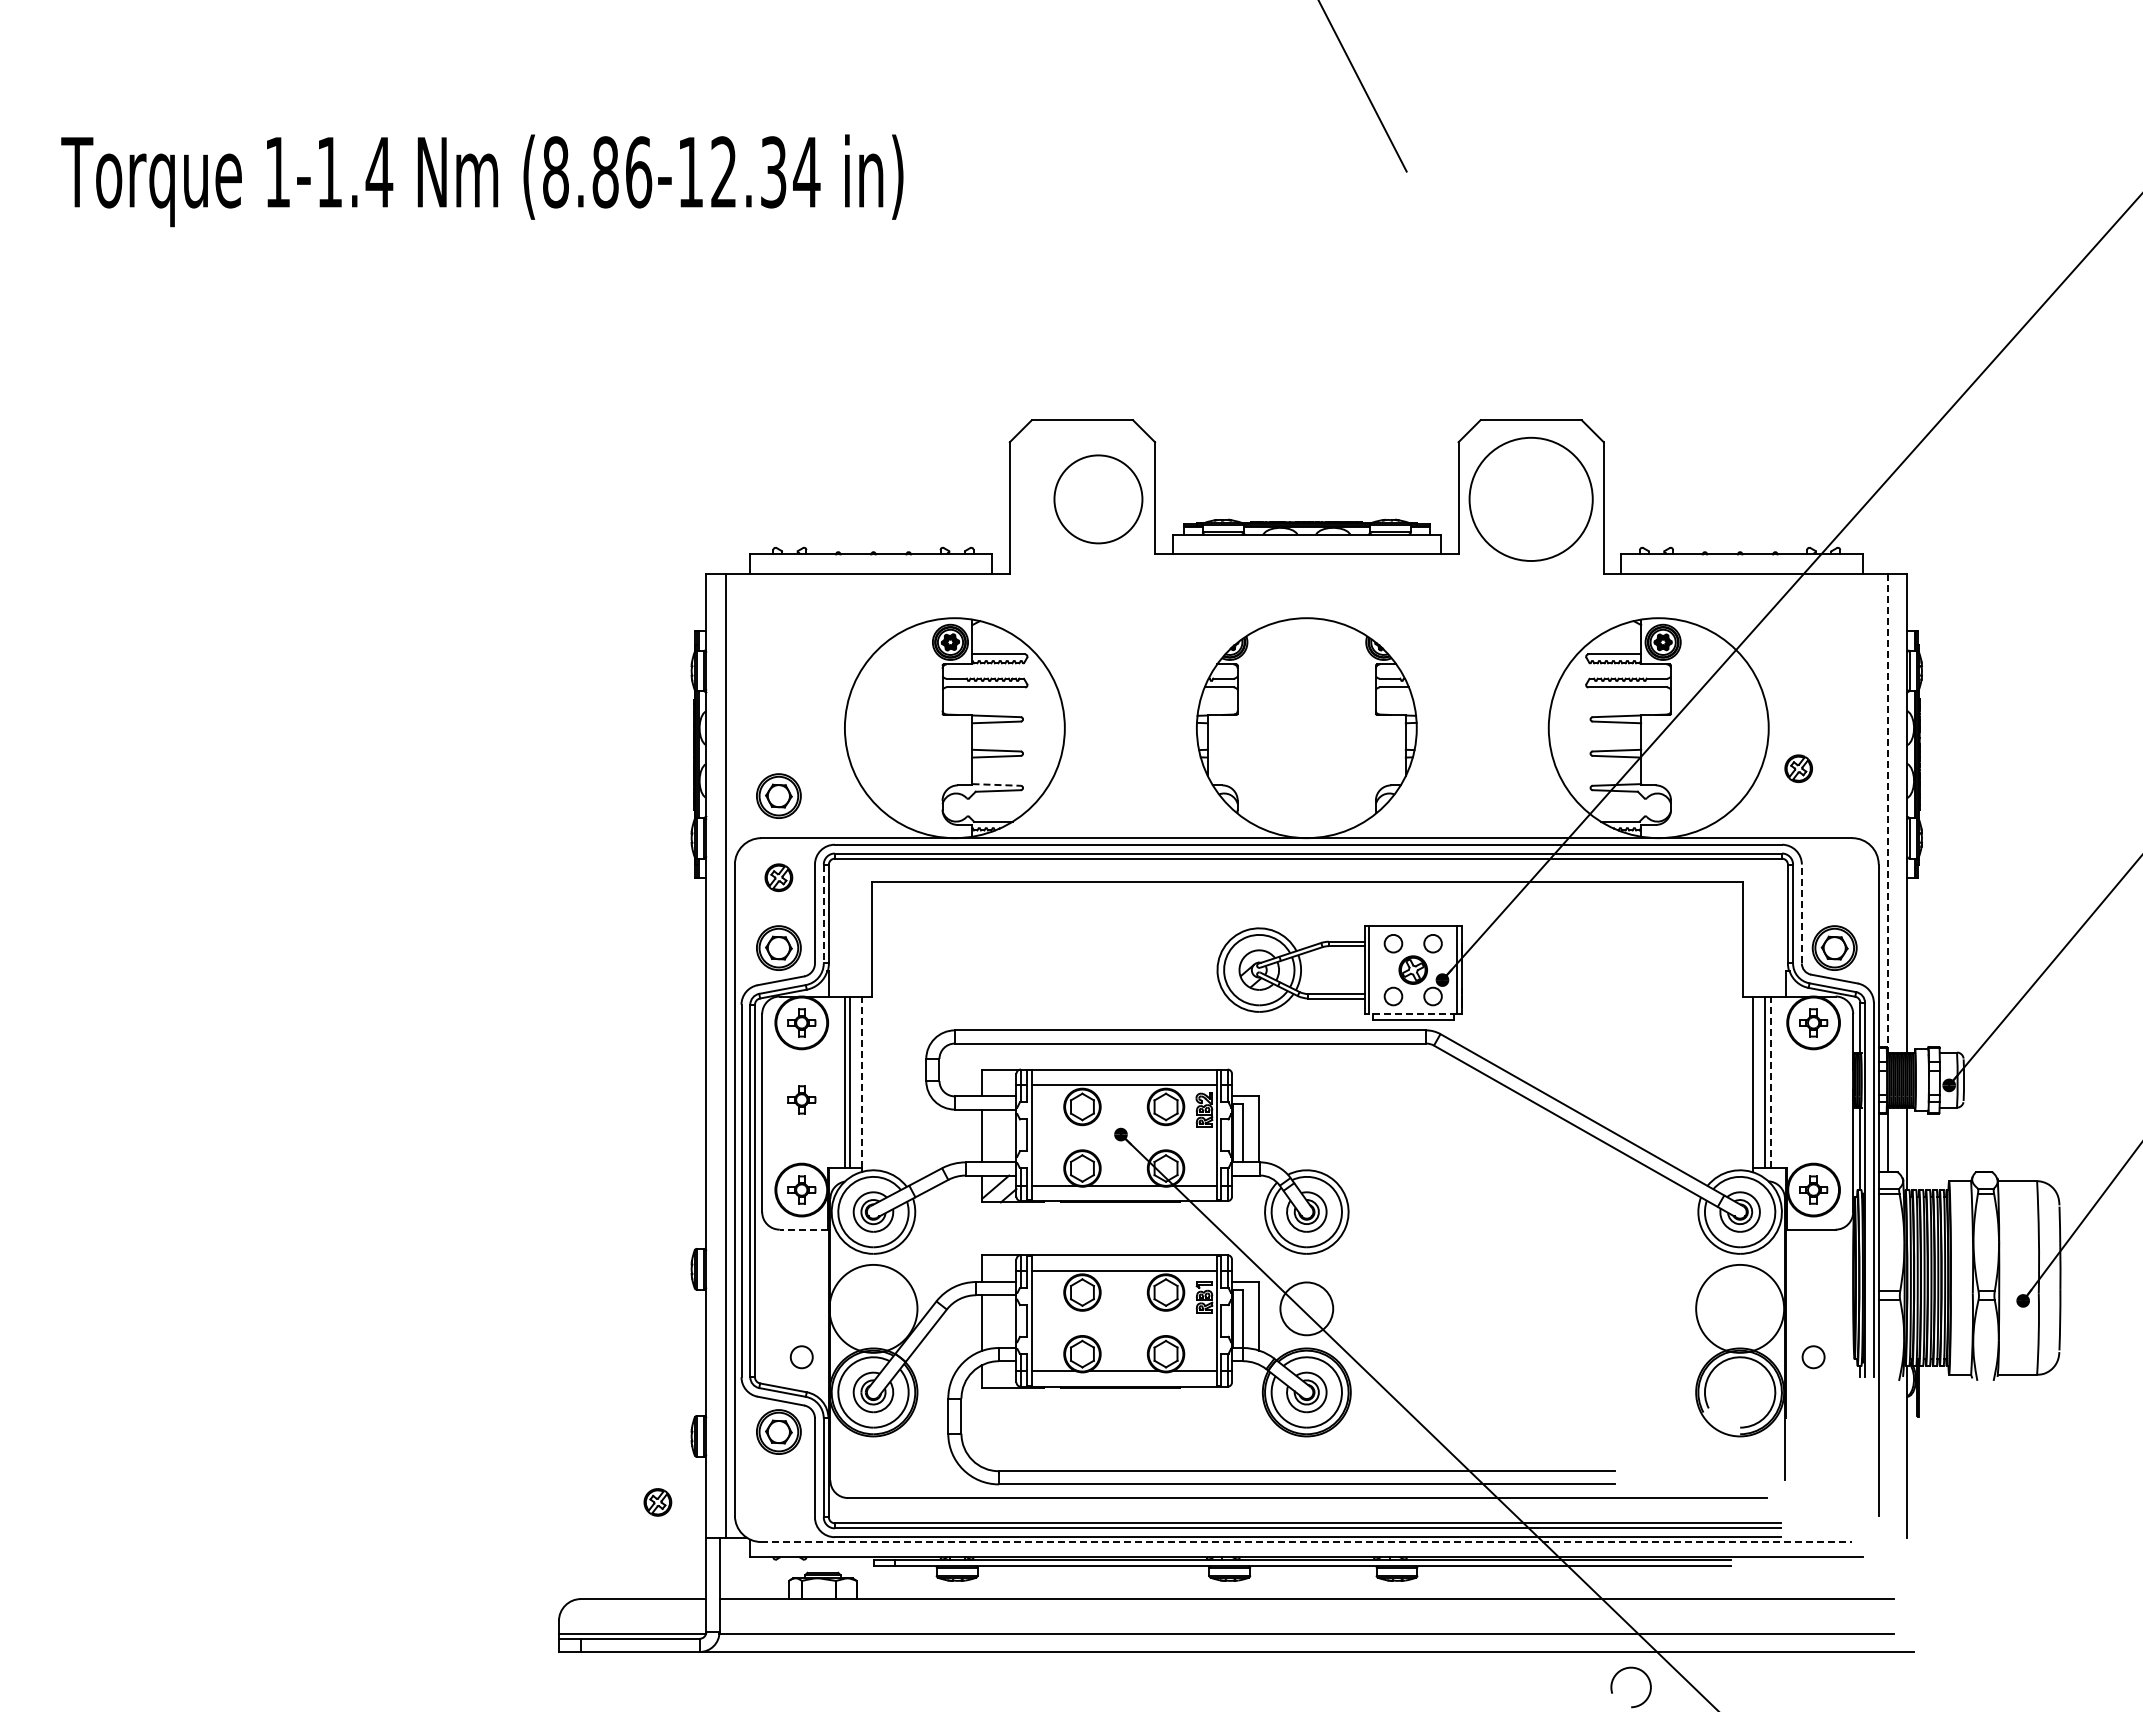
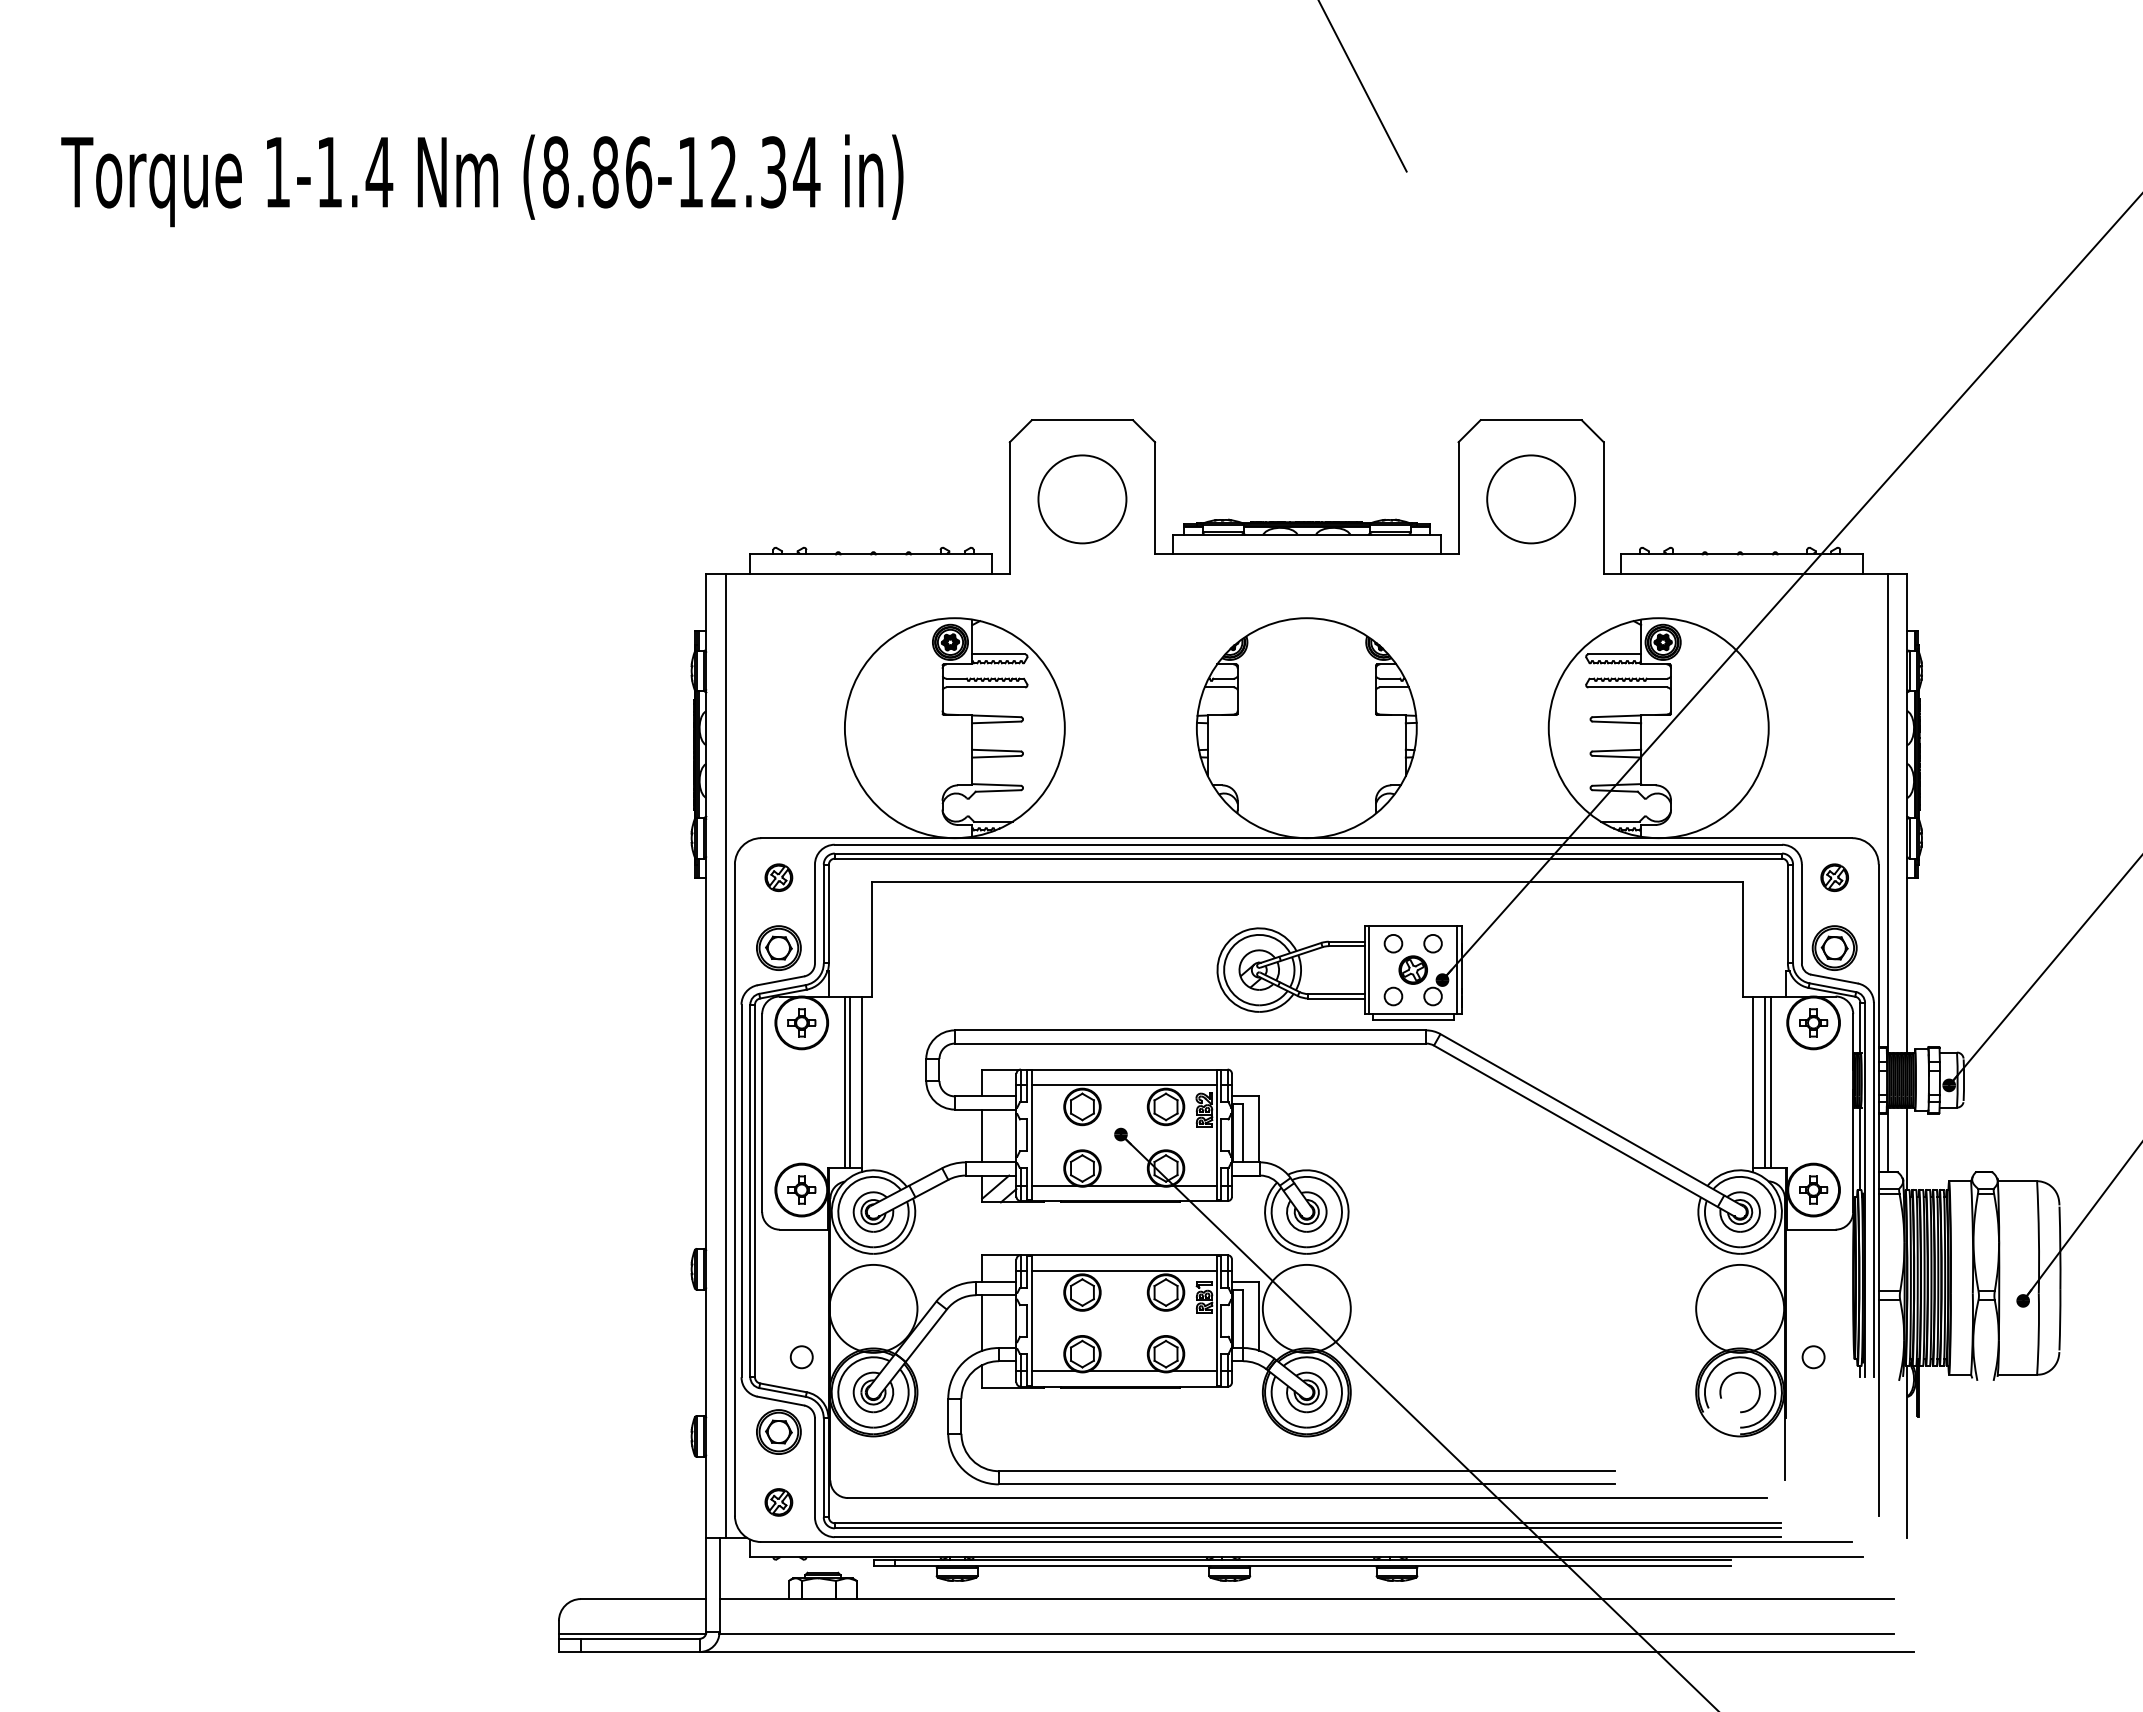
circle at (1098, 499) position: (1098, 499) -> (1082, 499)
circle at (1530, 499) diameter: 123 px -> 88 px
part at (1798, 768) position: (1798, 768) -> (1834, 877)
line at (997, 784): dashed -> solid
part at (778, 795): present -> none
line at (1887, 814): dashed -> solid
line at (1801, 913): dashed -> solid
line at (823, 914): dashed -> solid
line at (1413, 1014): dashed -> solid
line at (862, 1082): dashed -> solid
line at (1770, 1082): dashed -> solid
part at (801, 1099): present -> none
line at (803, 1229): dashed -> solid
circle at (1306, 1308) diameter: 53 px -> 88 px
part at (657, 1502) position: (657, 1502) -> (778, 1502)
line at (1306, 1542): dashed -> solid
arc at (1614, 1679) position: (1614, 1679) -> (1723, 1384)
